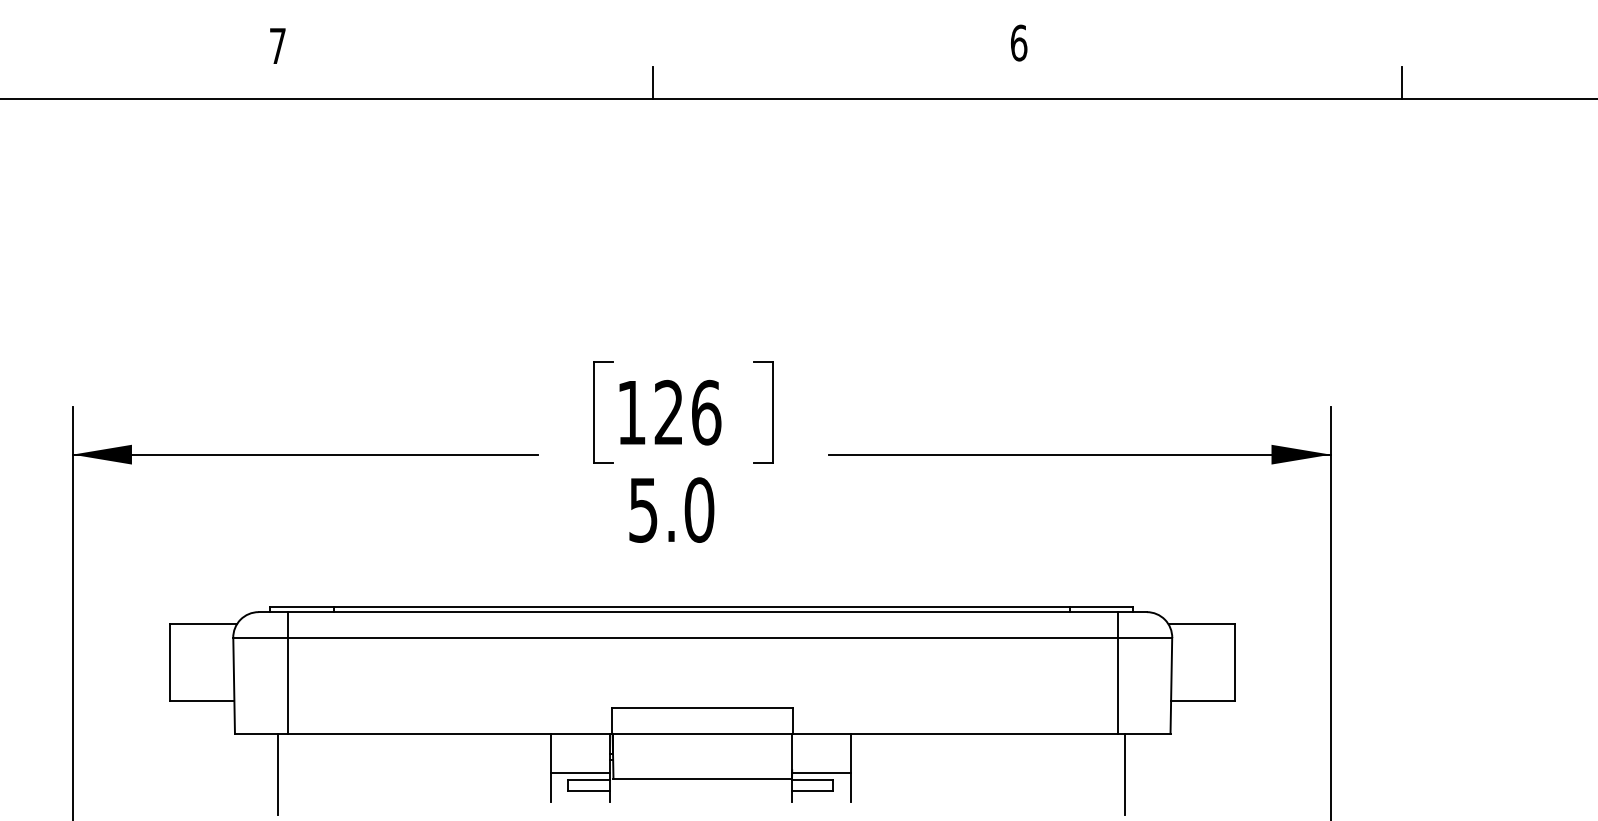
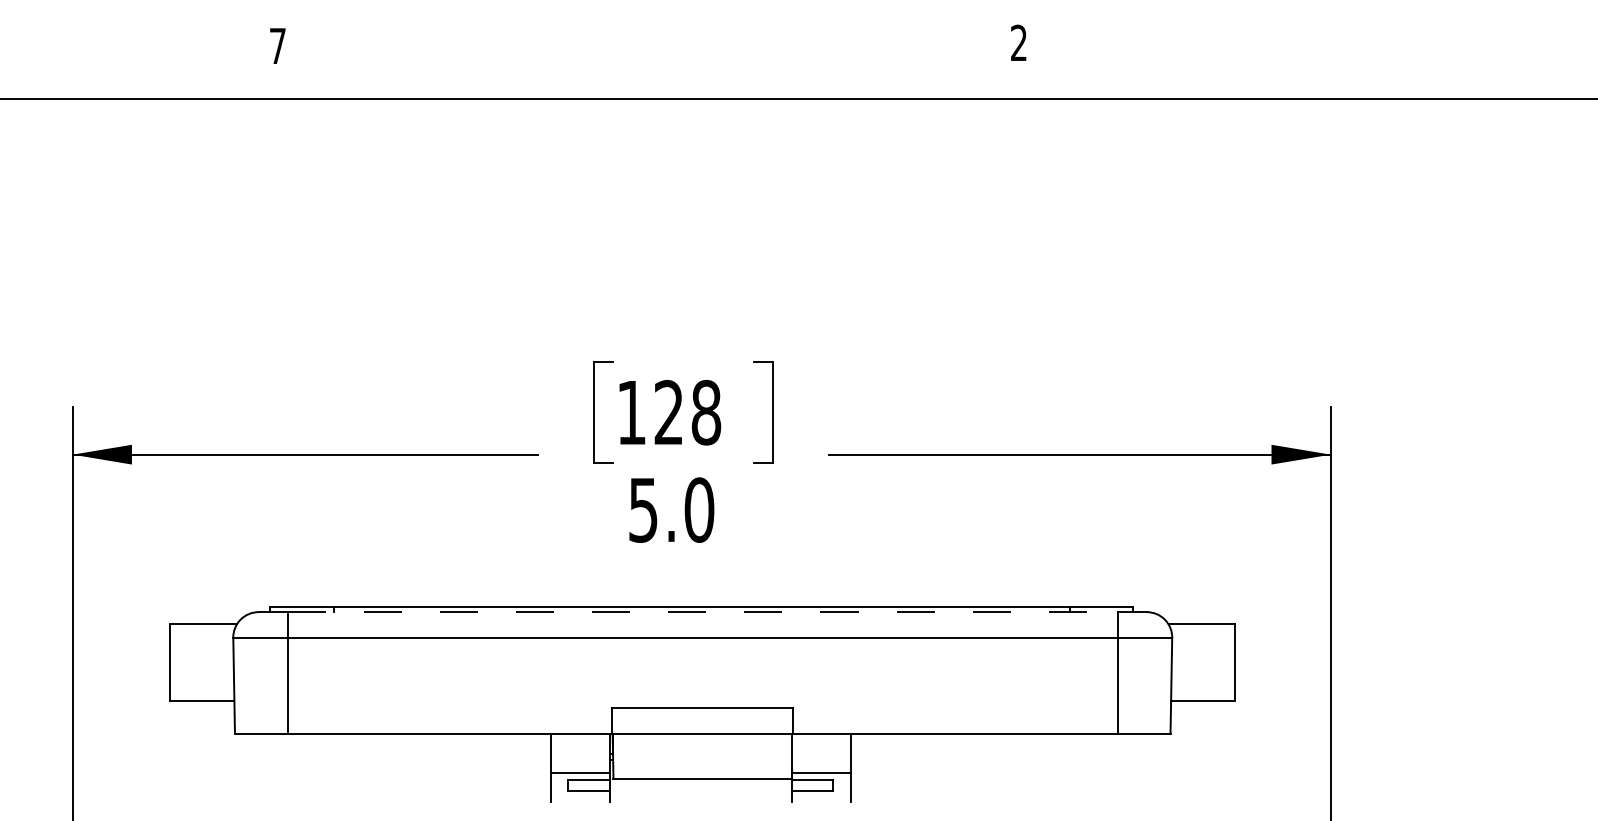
text at (1019, 42): 6 -> 2
line at (652, 83): present -> none
line at (1401, 83): present -> none
text at (706, 412): 126 -> 128
line at (703, 612): solid -> dashed
line at (278, 774): present -> none
line at (1125, 774): present -> none
